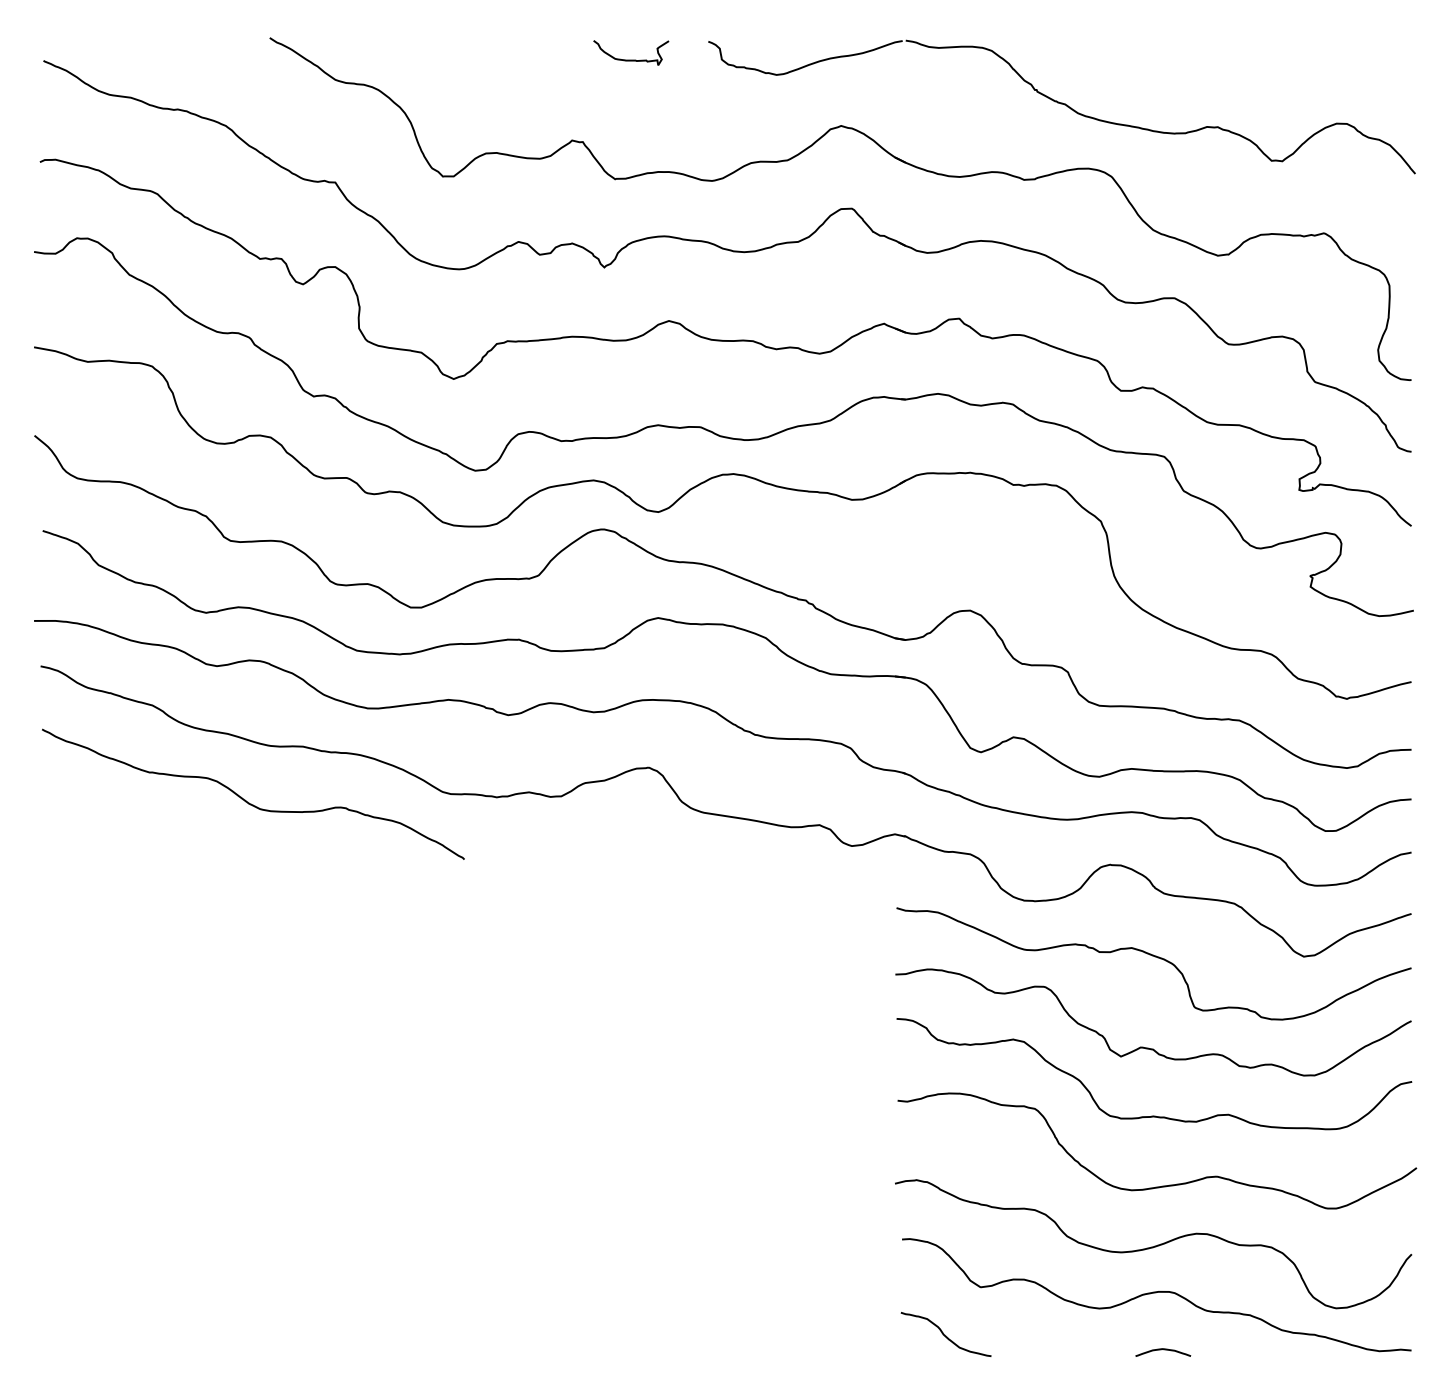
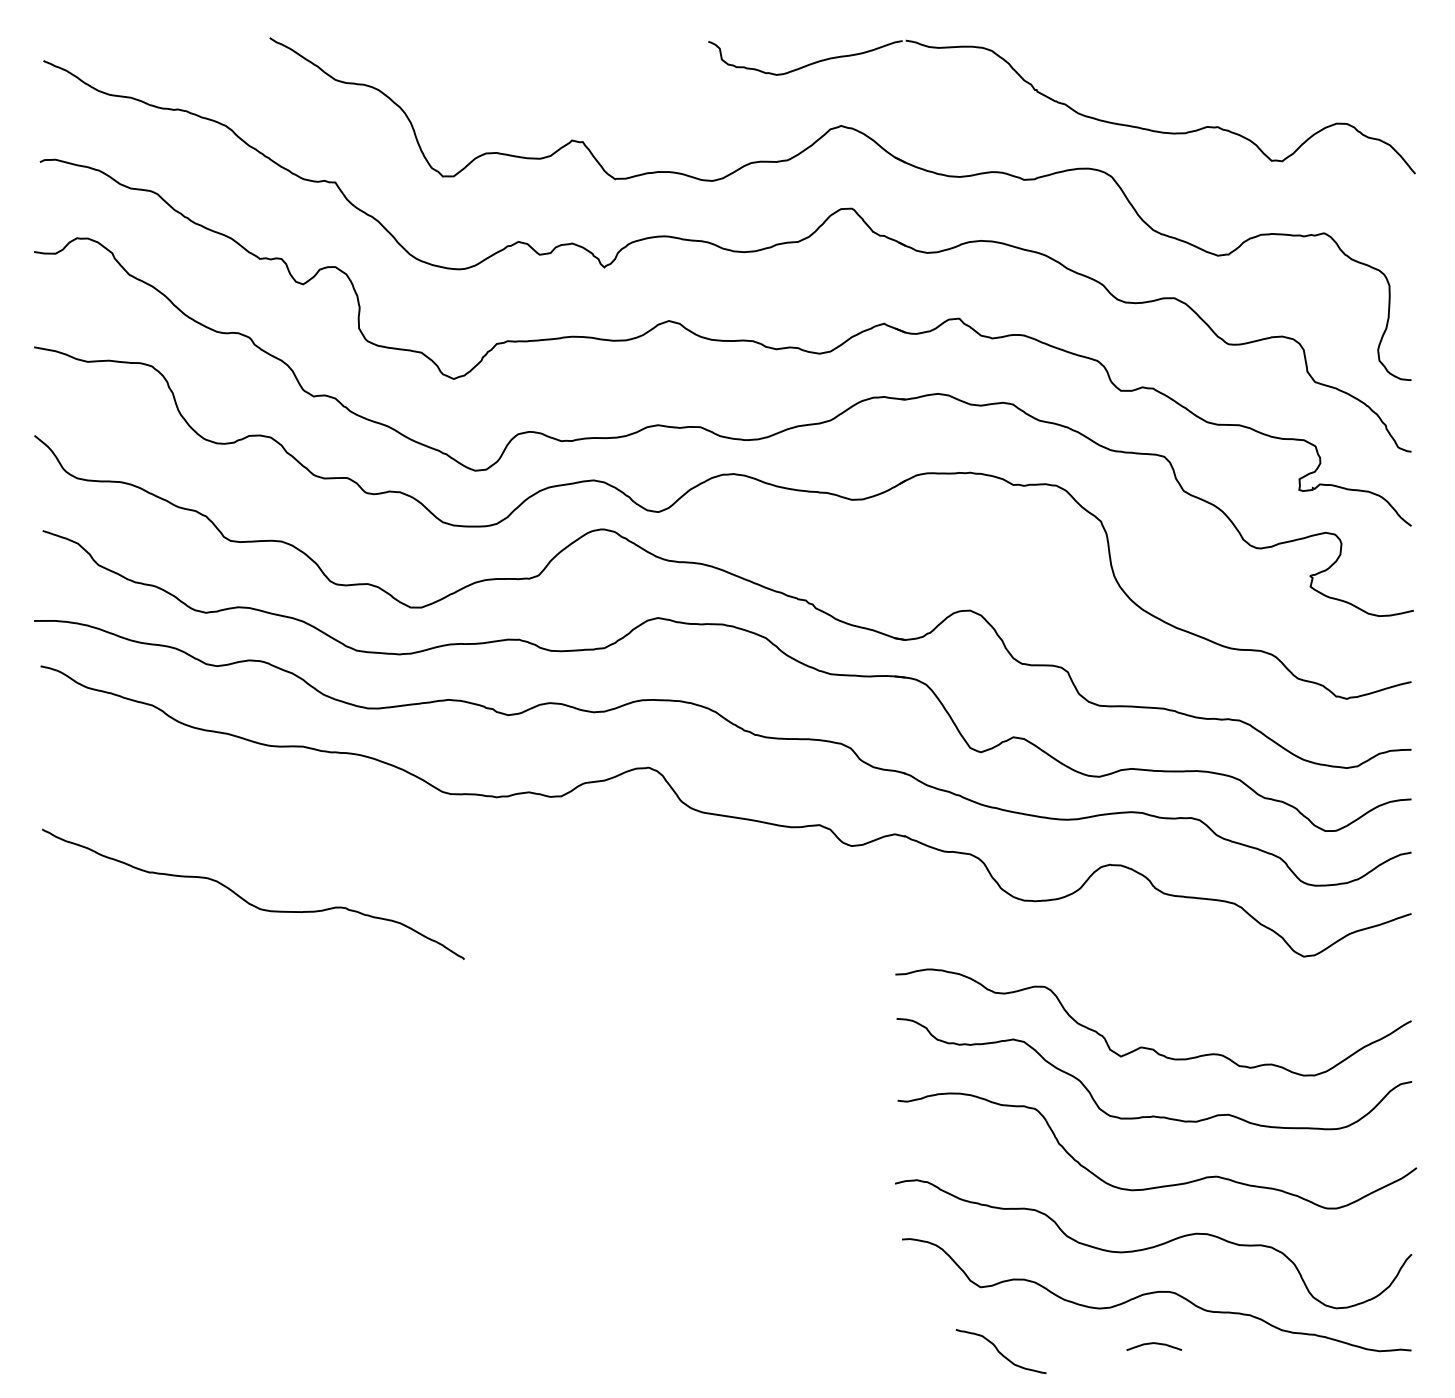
curve at (631, 59): present -> none
curve at (249, 802) position: (249, 802) -> (249, 902)
curve at (1155, 957): present -> none
curve at (944, 1334) position: (944, 1334) -> (999, 1351)
curve at (1163, 1350) position: (1163, 1350) -> (1154, 1344)
